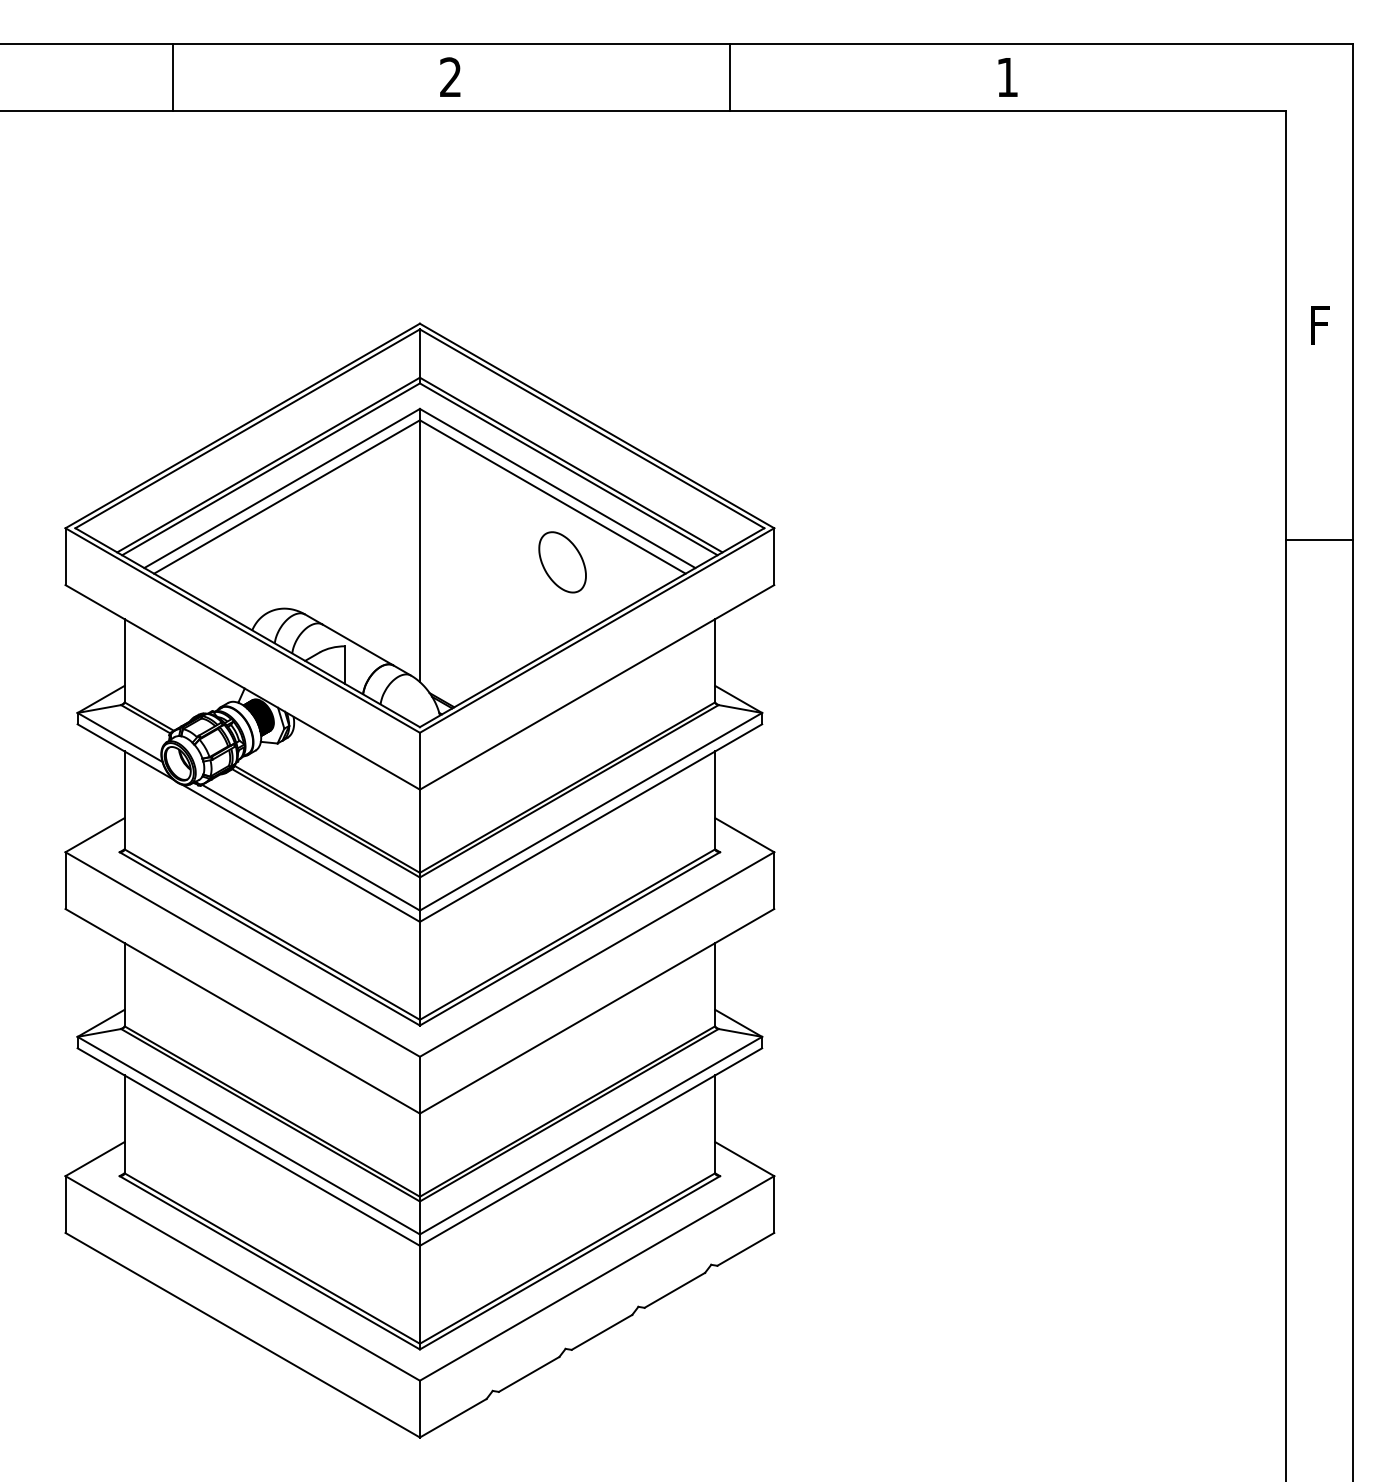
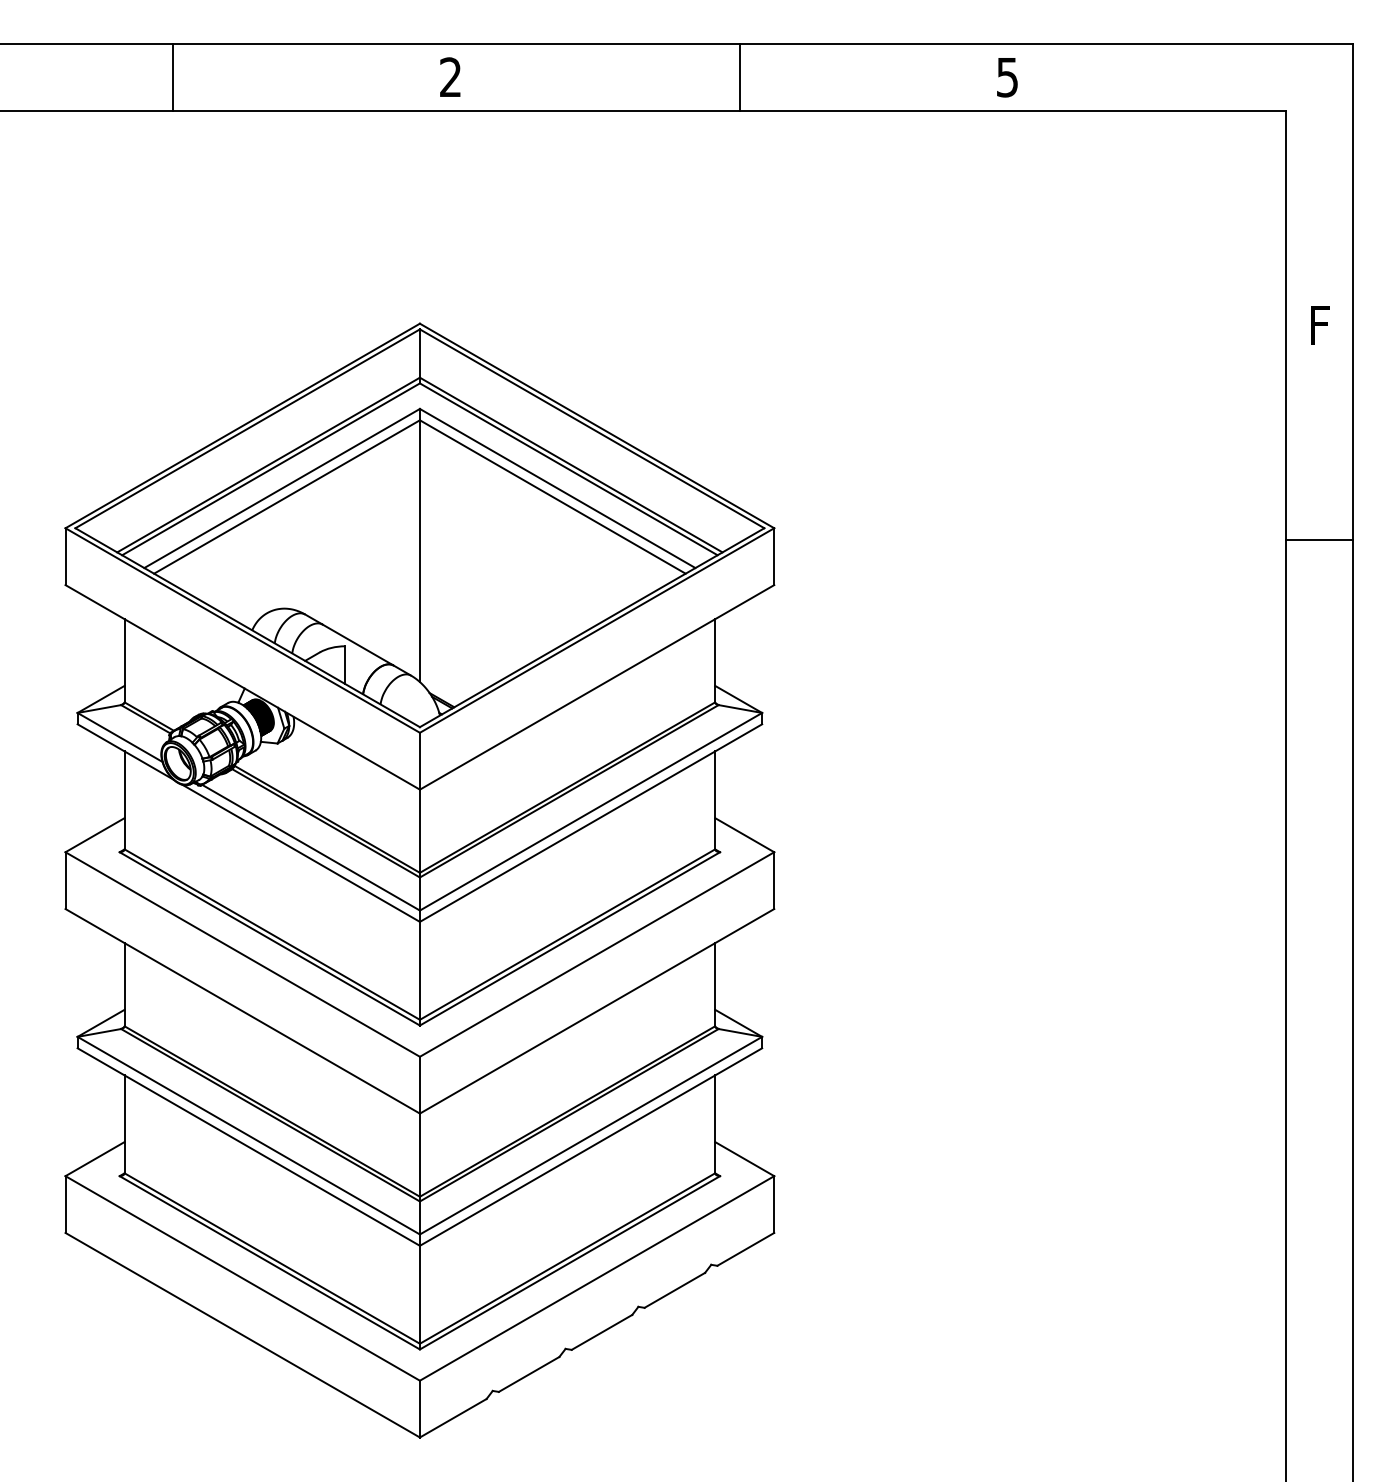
line at (729, 77) position: (729, 77) -> (739, 77)
text at (1007, 77): 1 -> 5
part at (562, 562): present -> none
